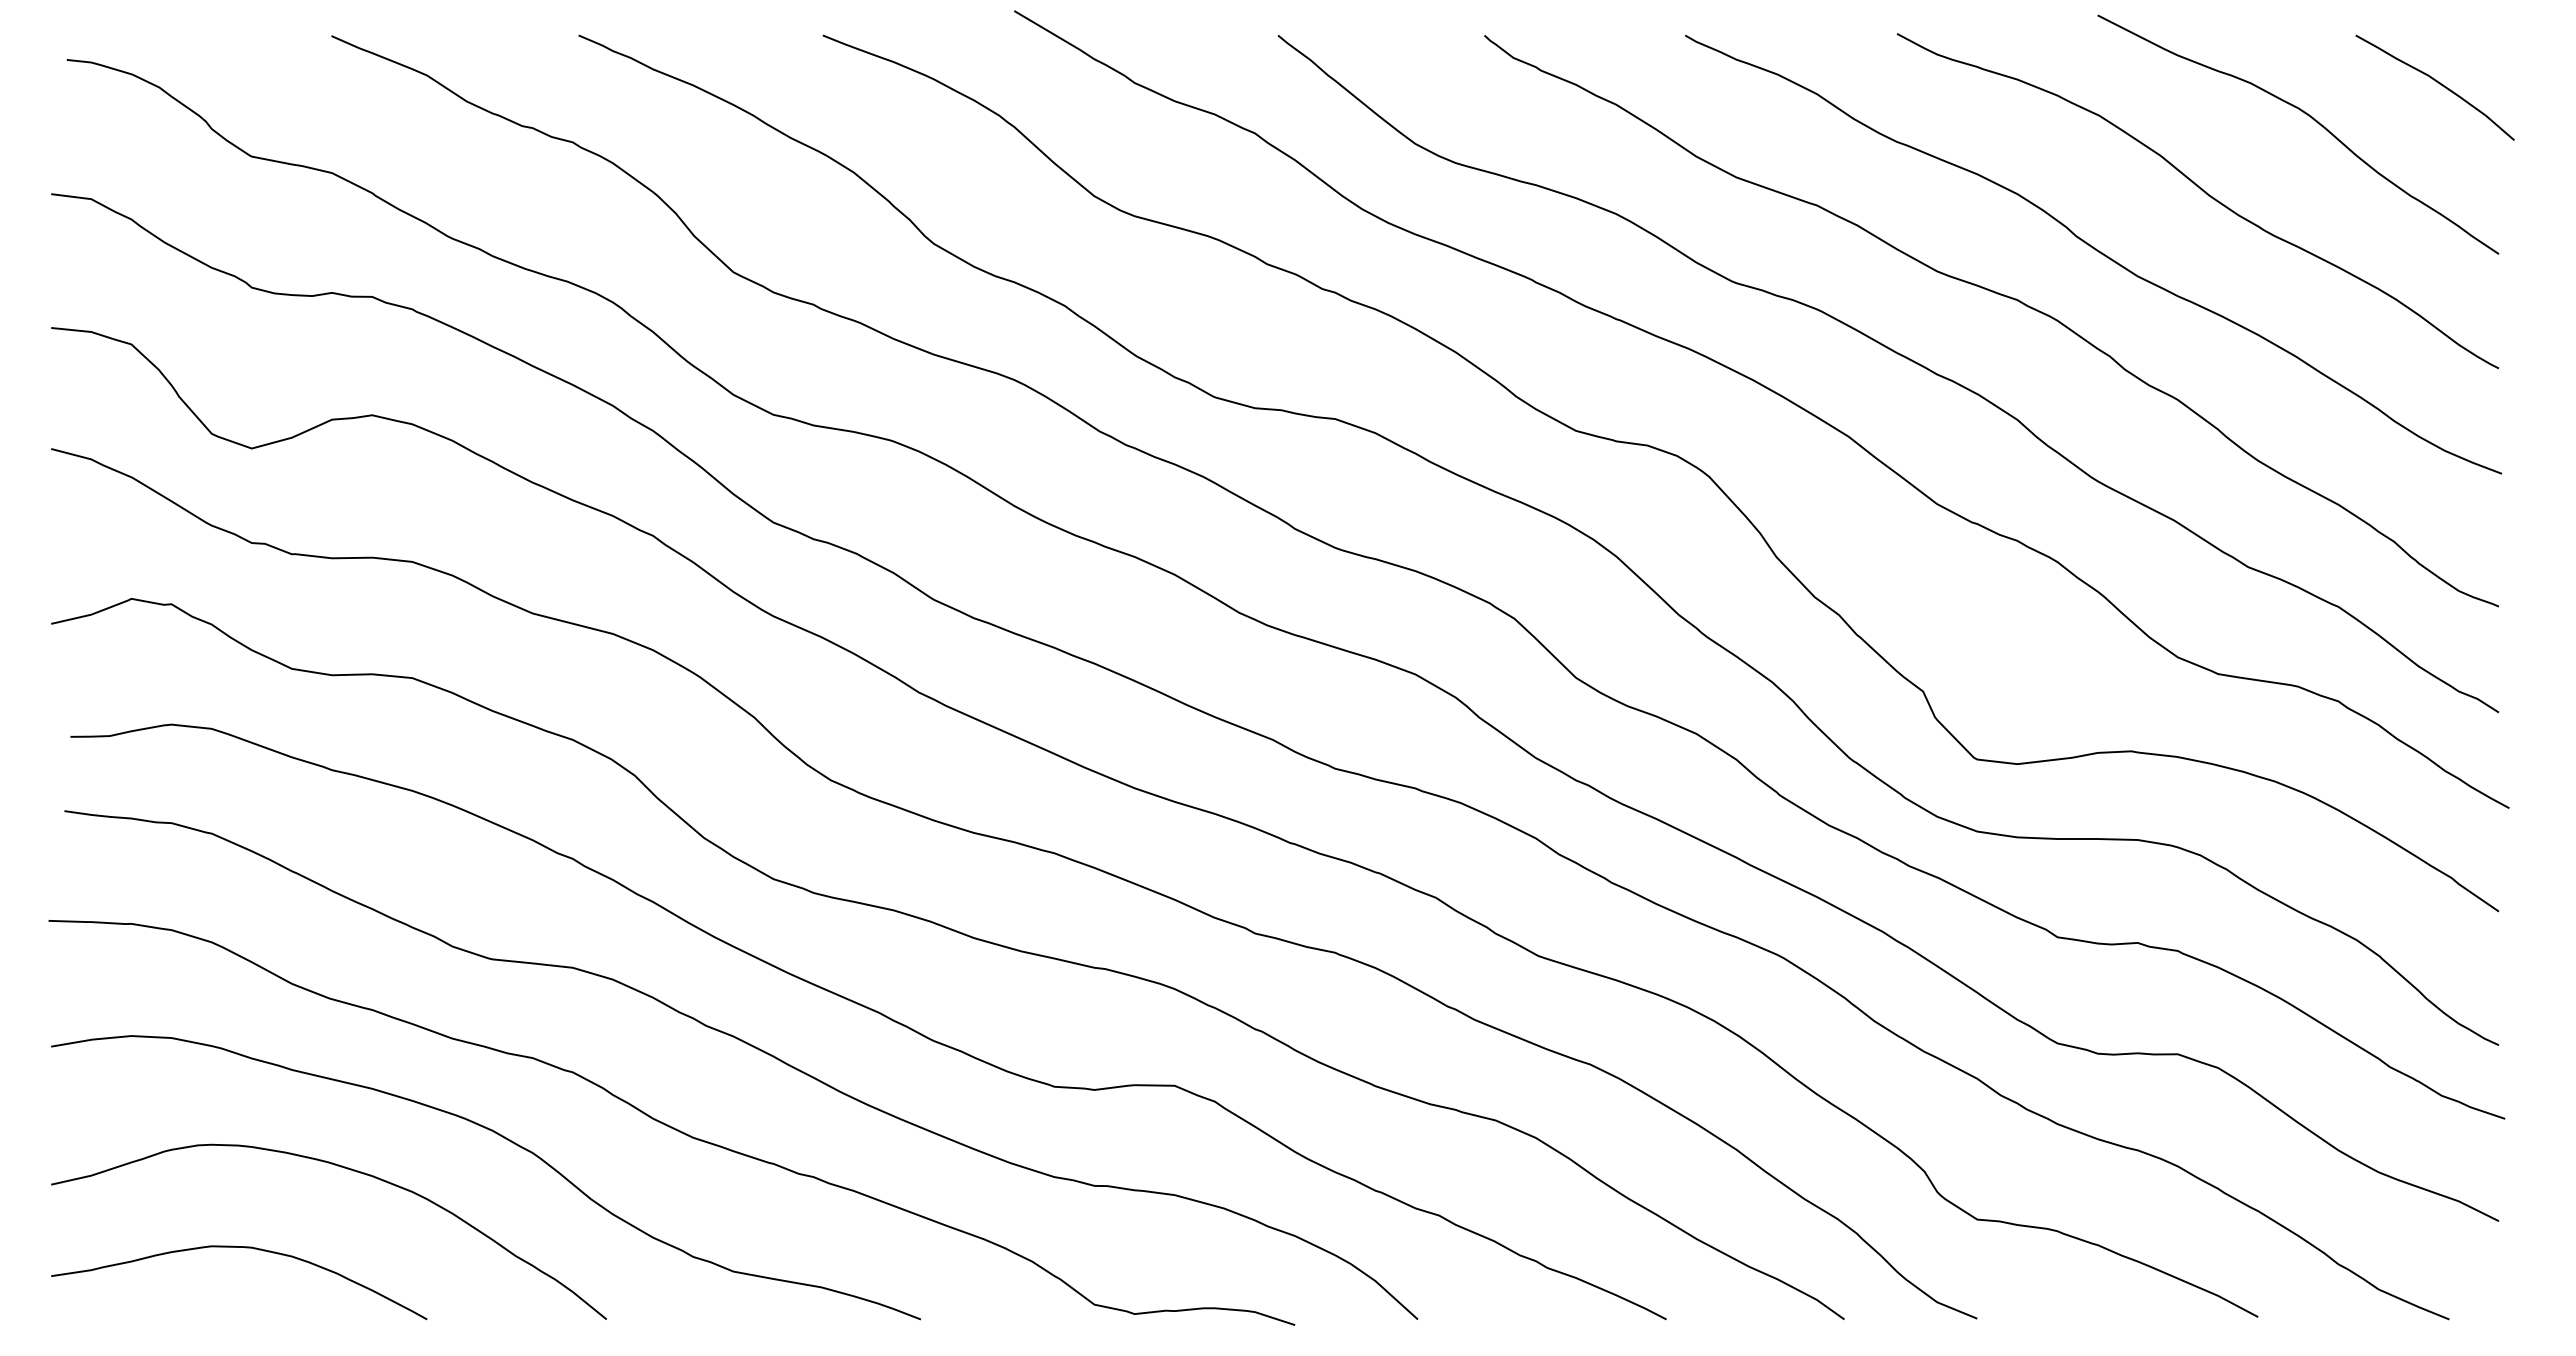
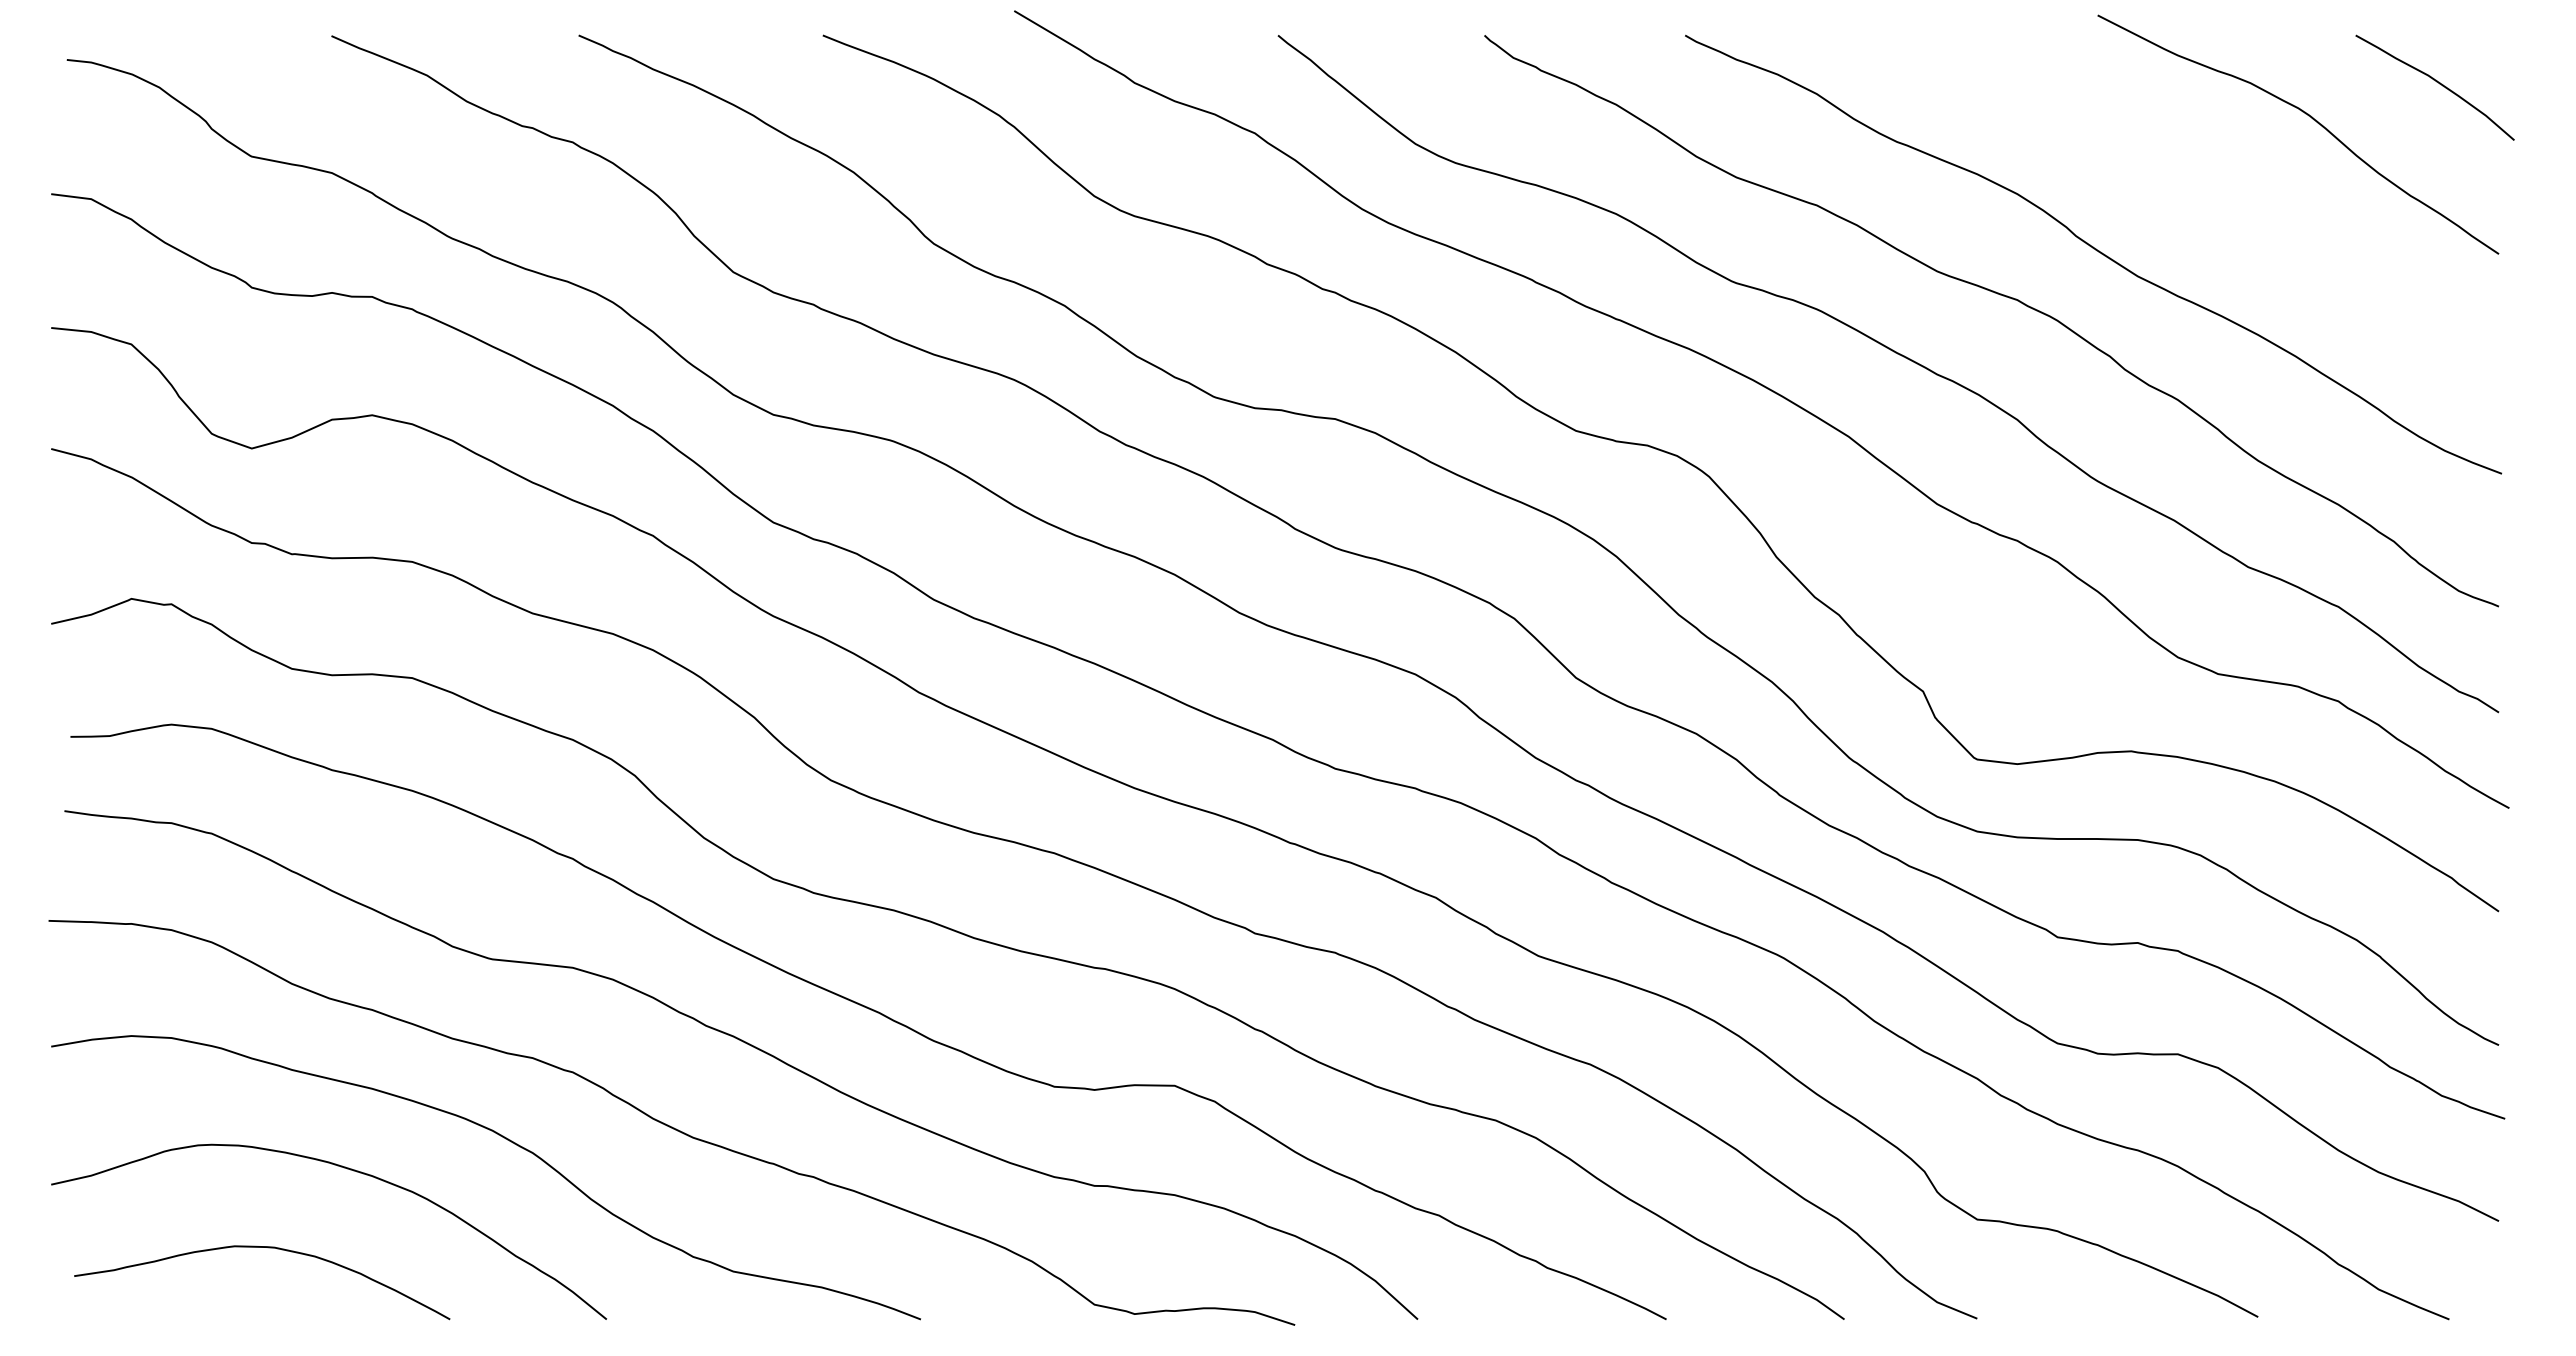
curve at (2202, 191): present -> none
curve at (245, 1248) position: (245, 1248) -> (268, 1248)
